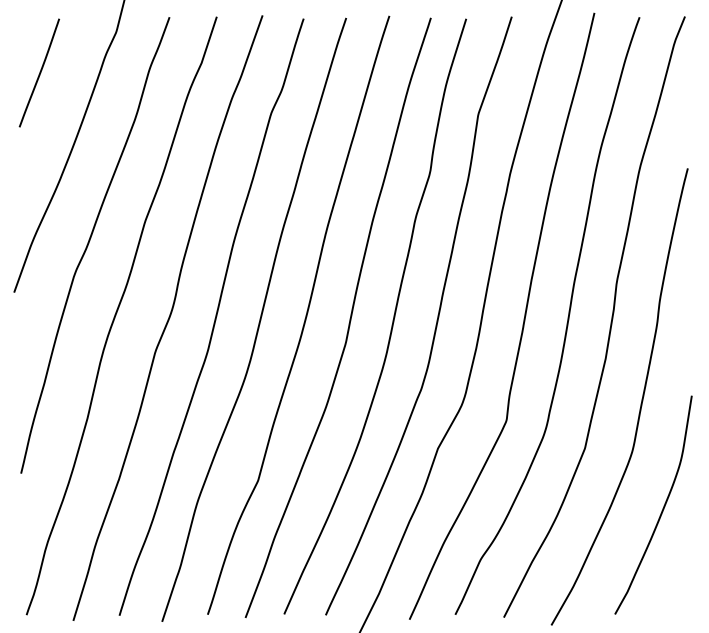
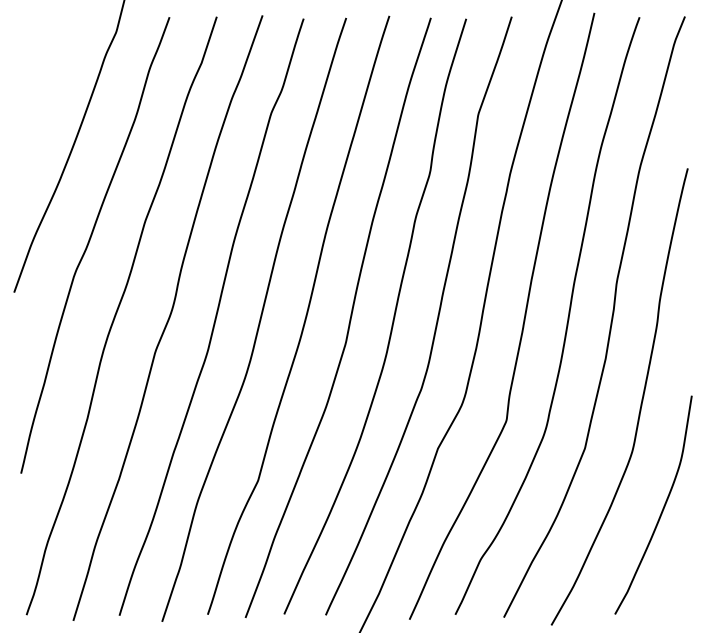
curve at (39, 72): present -> none
